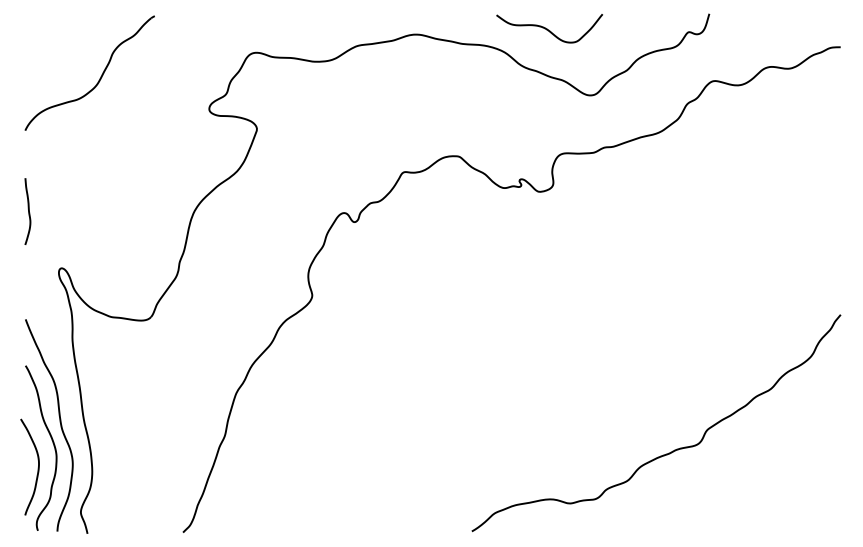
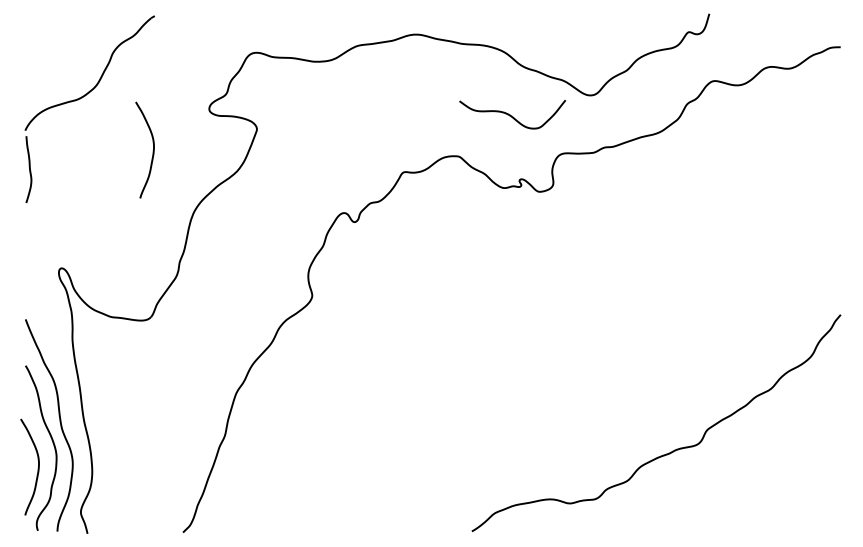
curve at (548, 29) position: (548, 29) -> (511, 115)
curve at (152, 151): none -> present
curve at (28, 211) position: (28, 211) -> (29, 169)
